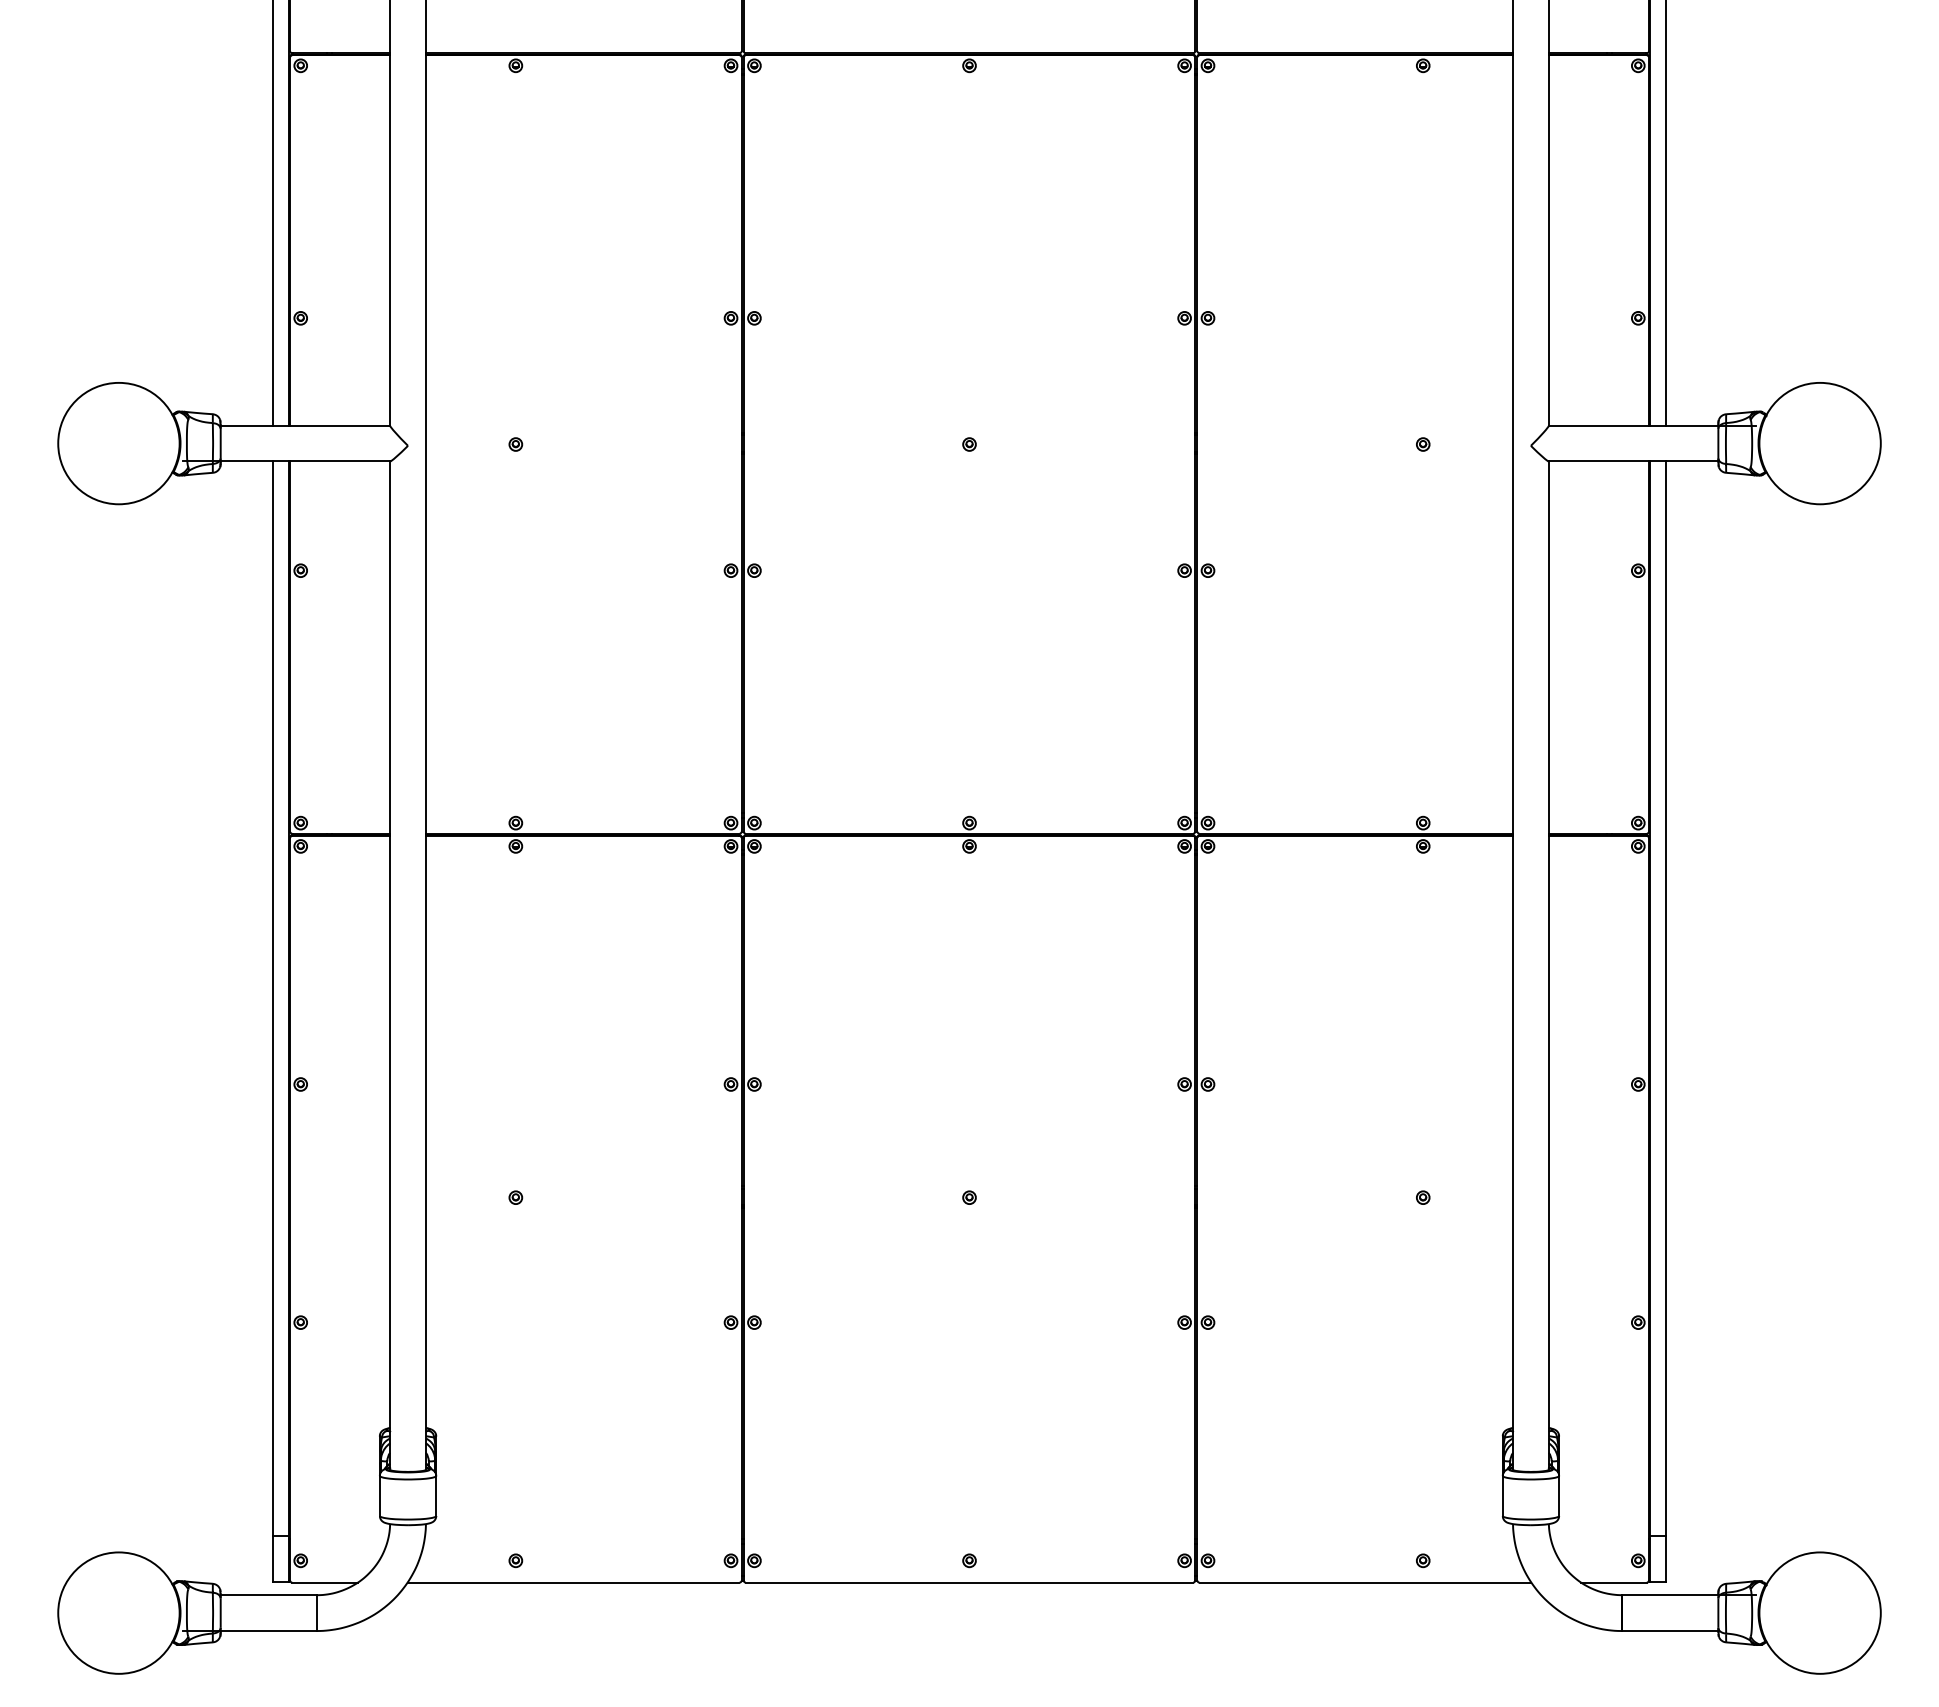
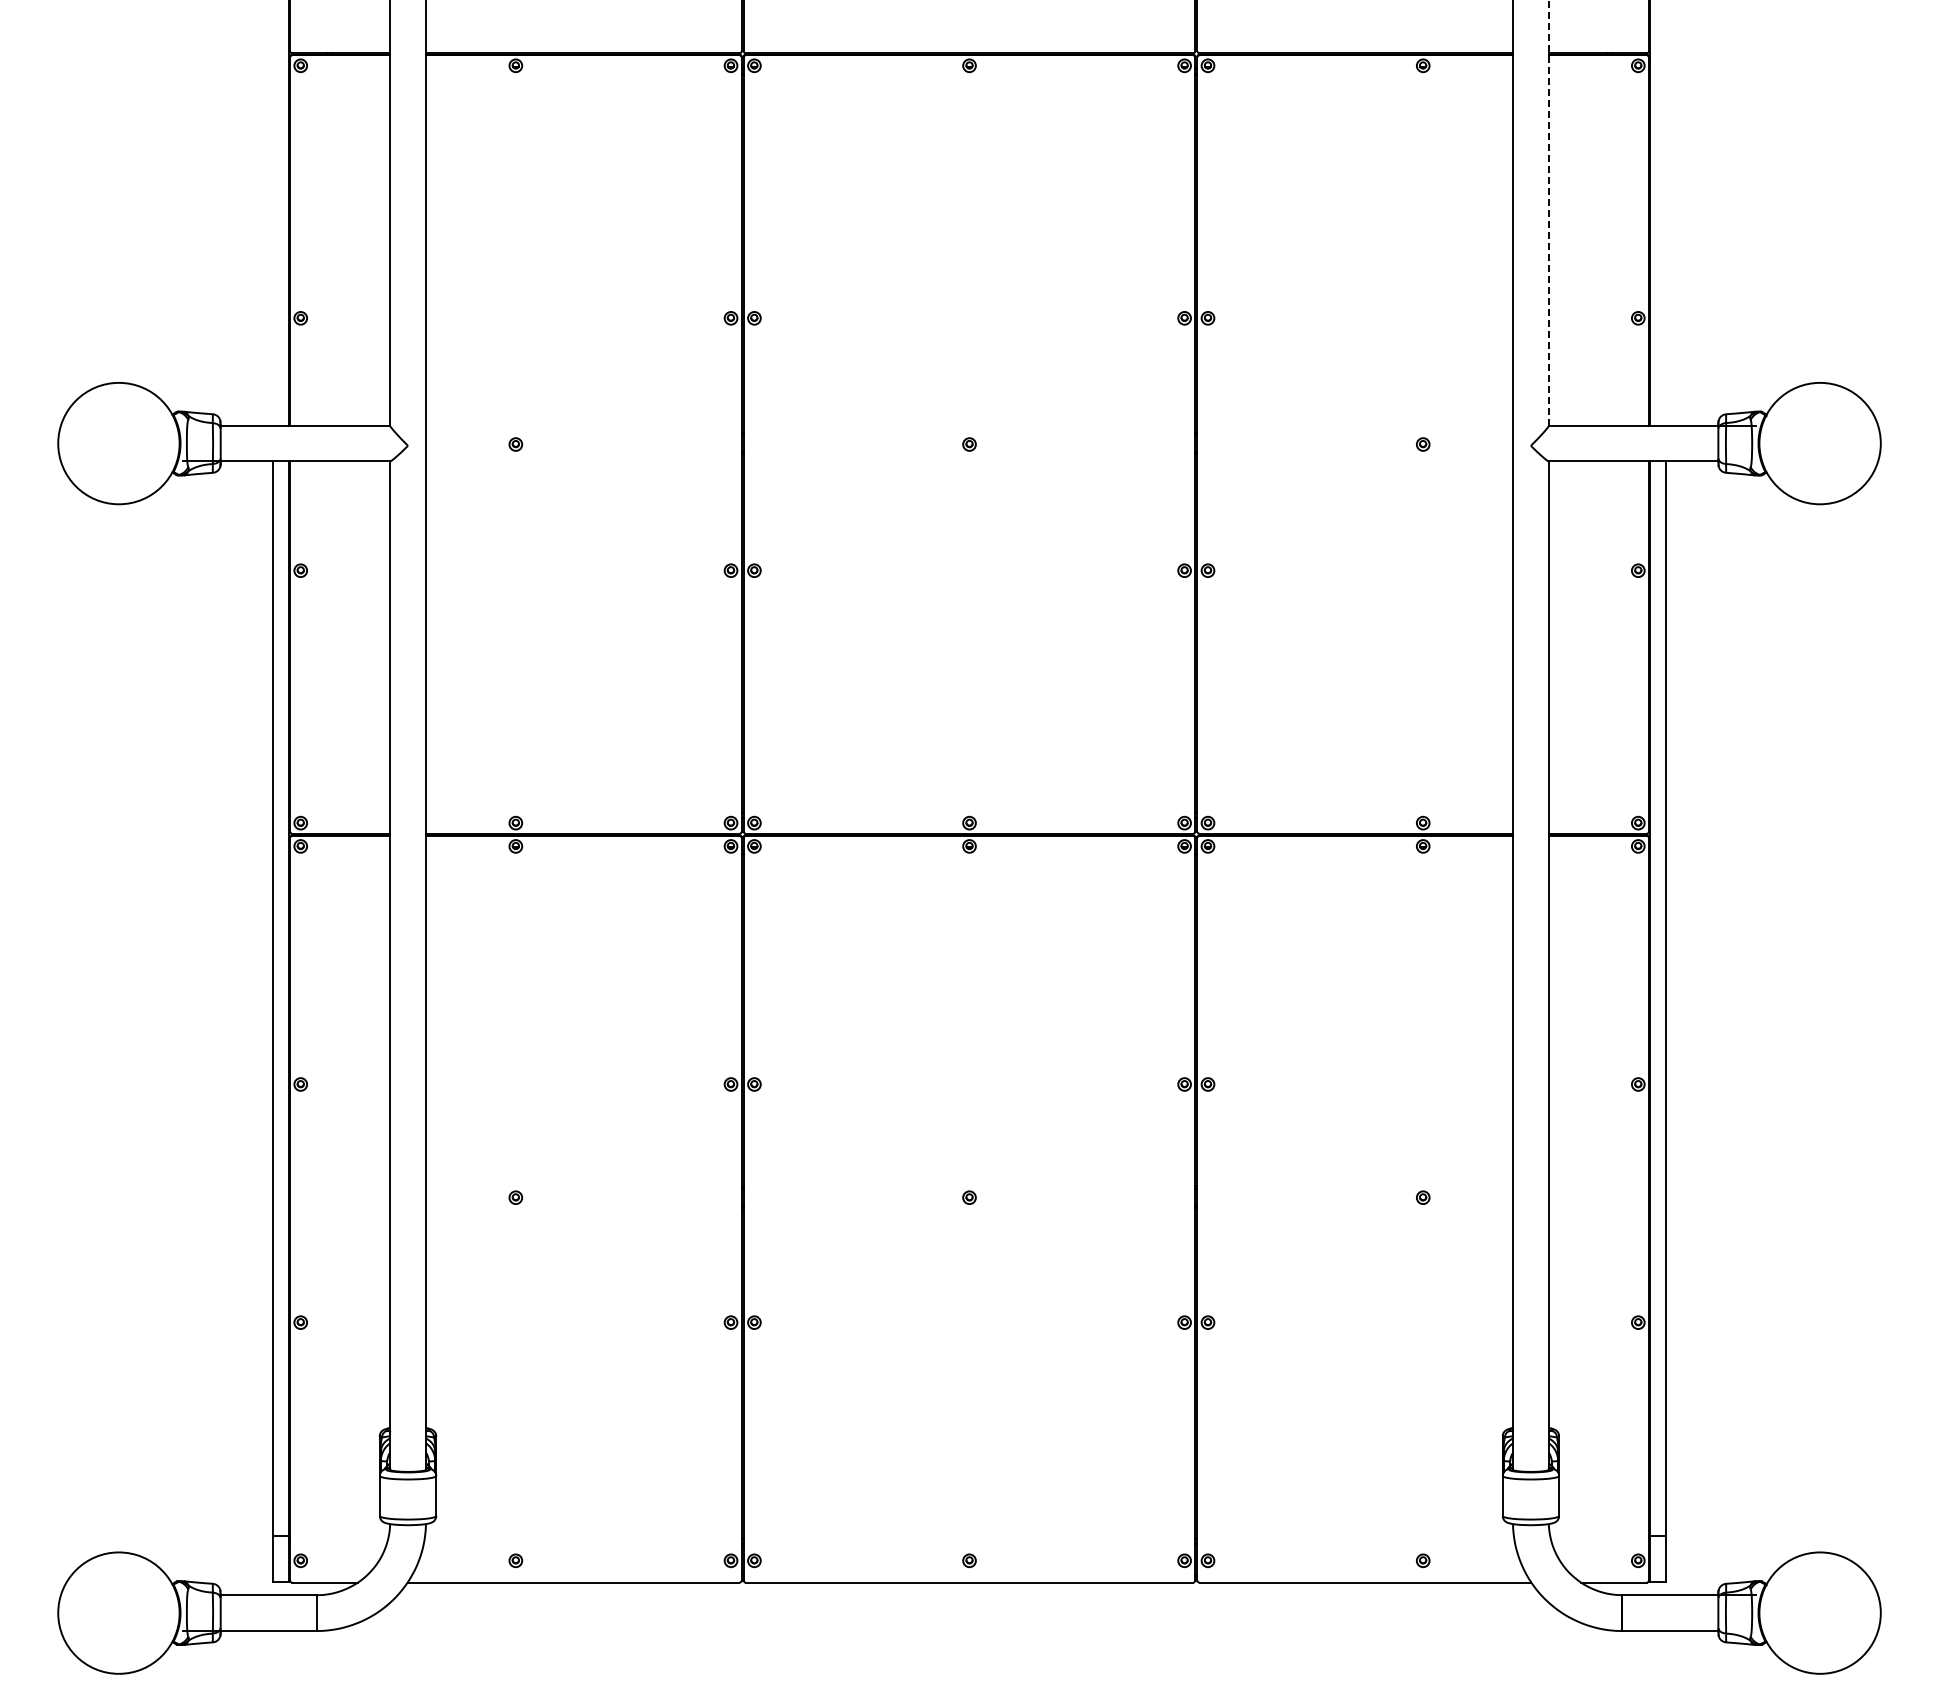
line at (1548, 212): solid -> dashed
line at (273, 213): present -> none
line at (1665, 213): present -> none
